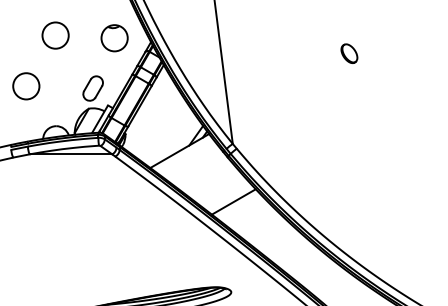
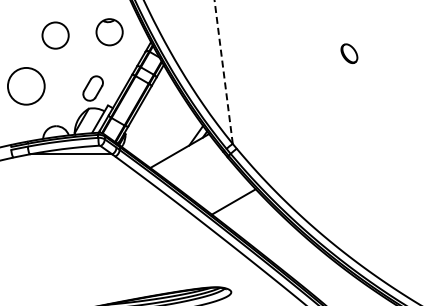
part at (114, 38) position: (114, 38) -> (109, 32)
line at (223, 71): solid -> dashed
circle at (26, 86) diameter: 26 px -> 37 px
